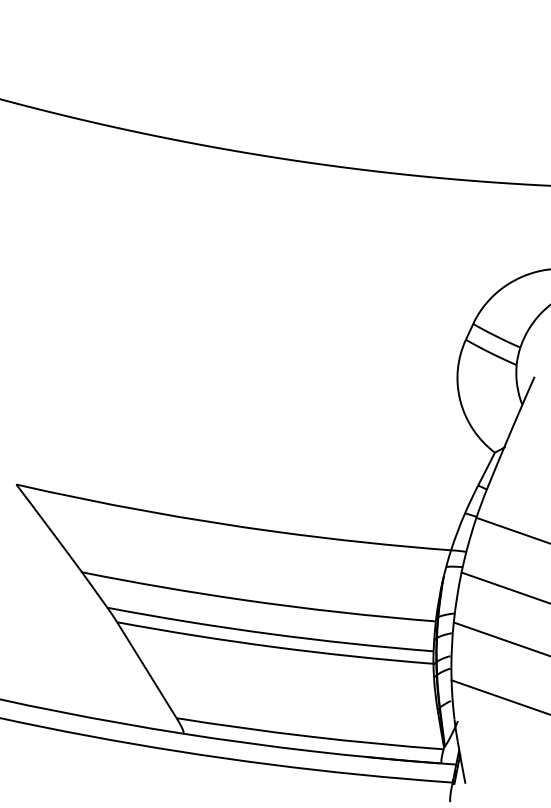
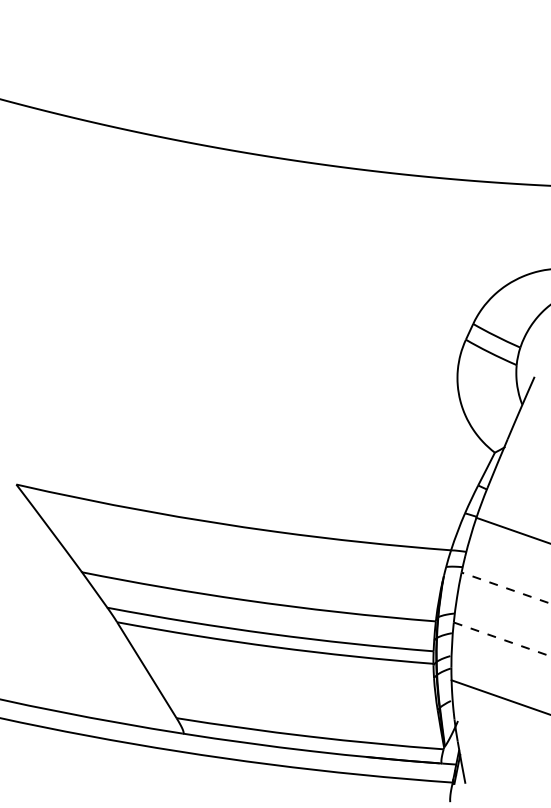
line at (505, 588): solid -> dashed
line at (502, 639): solid -> dashed
